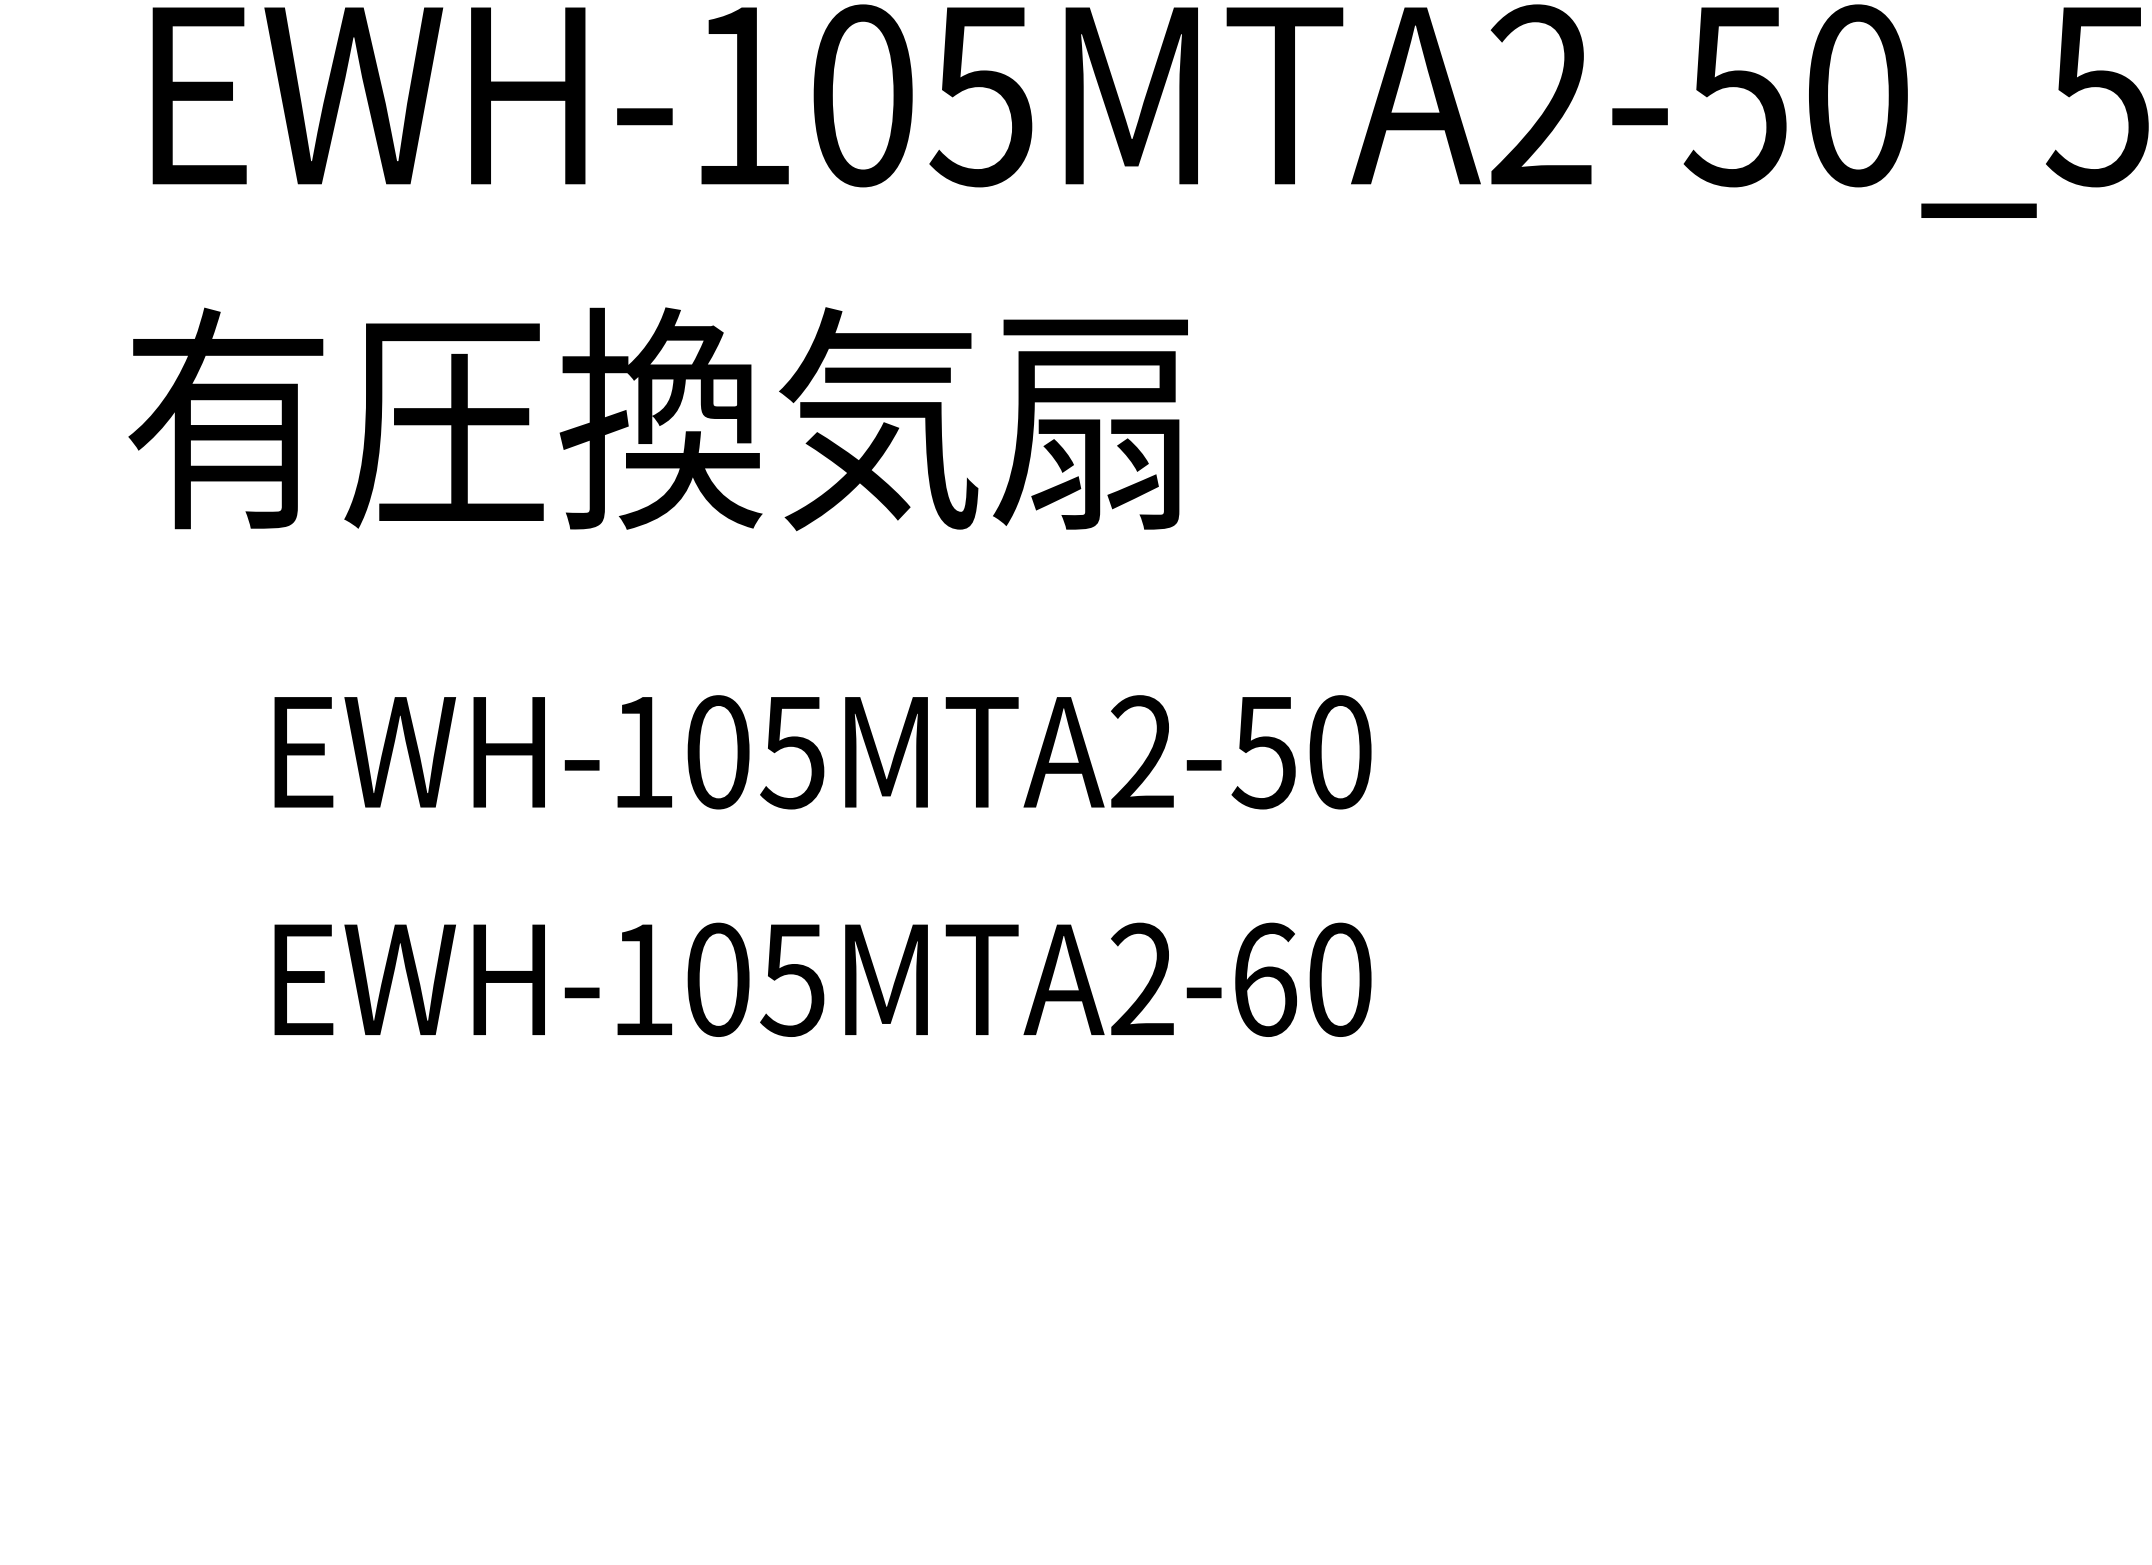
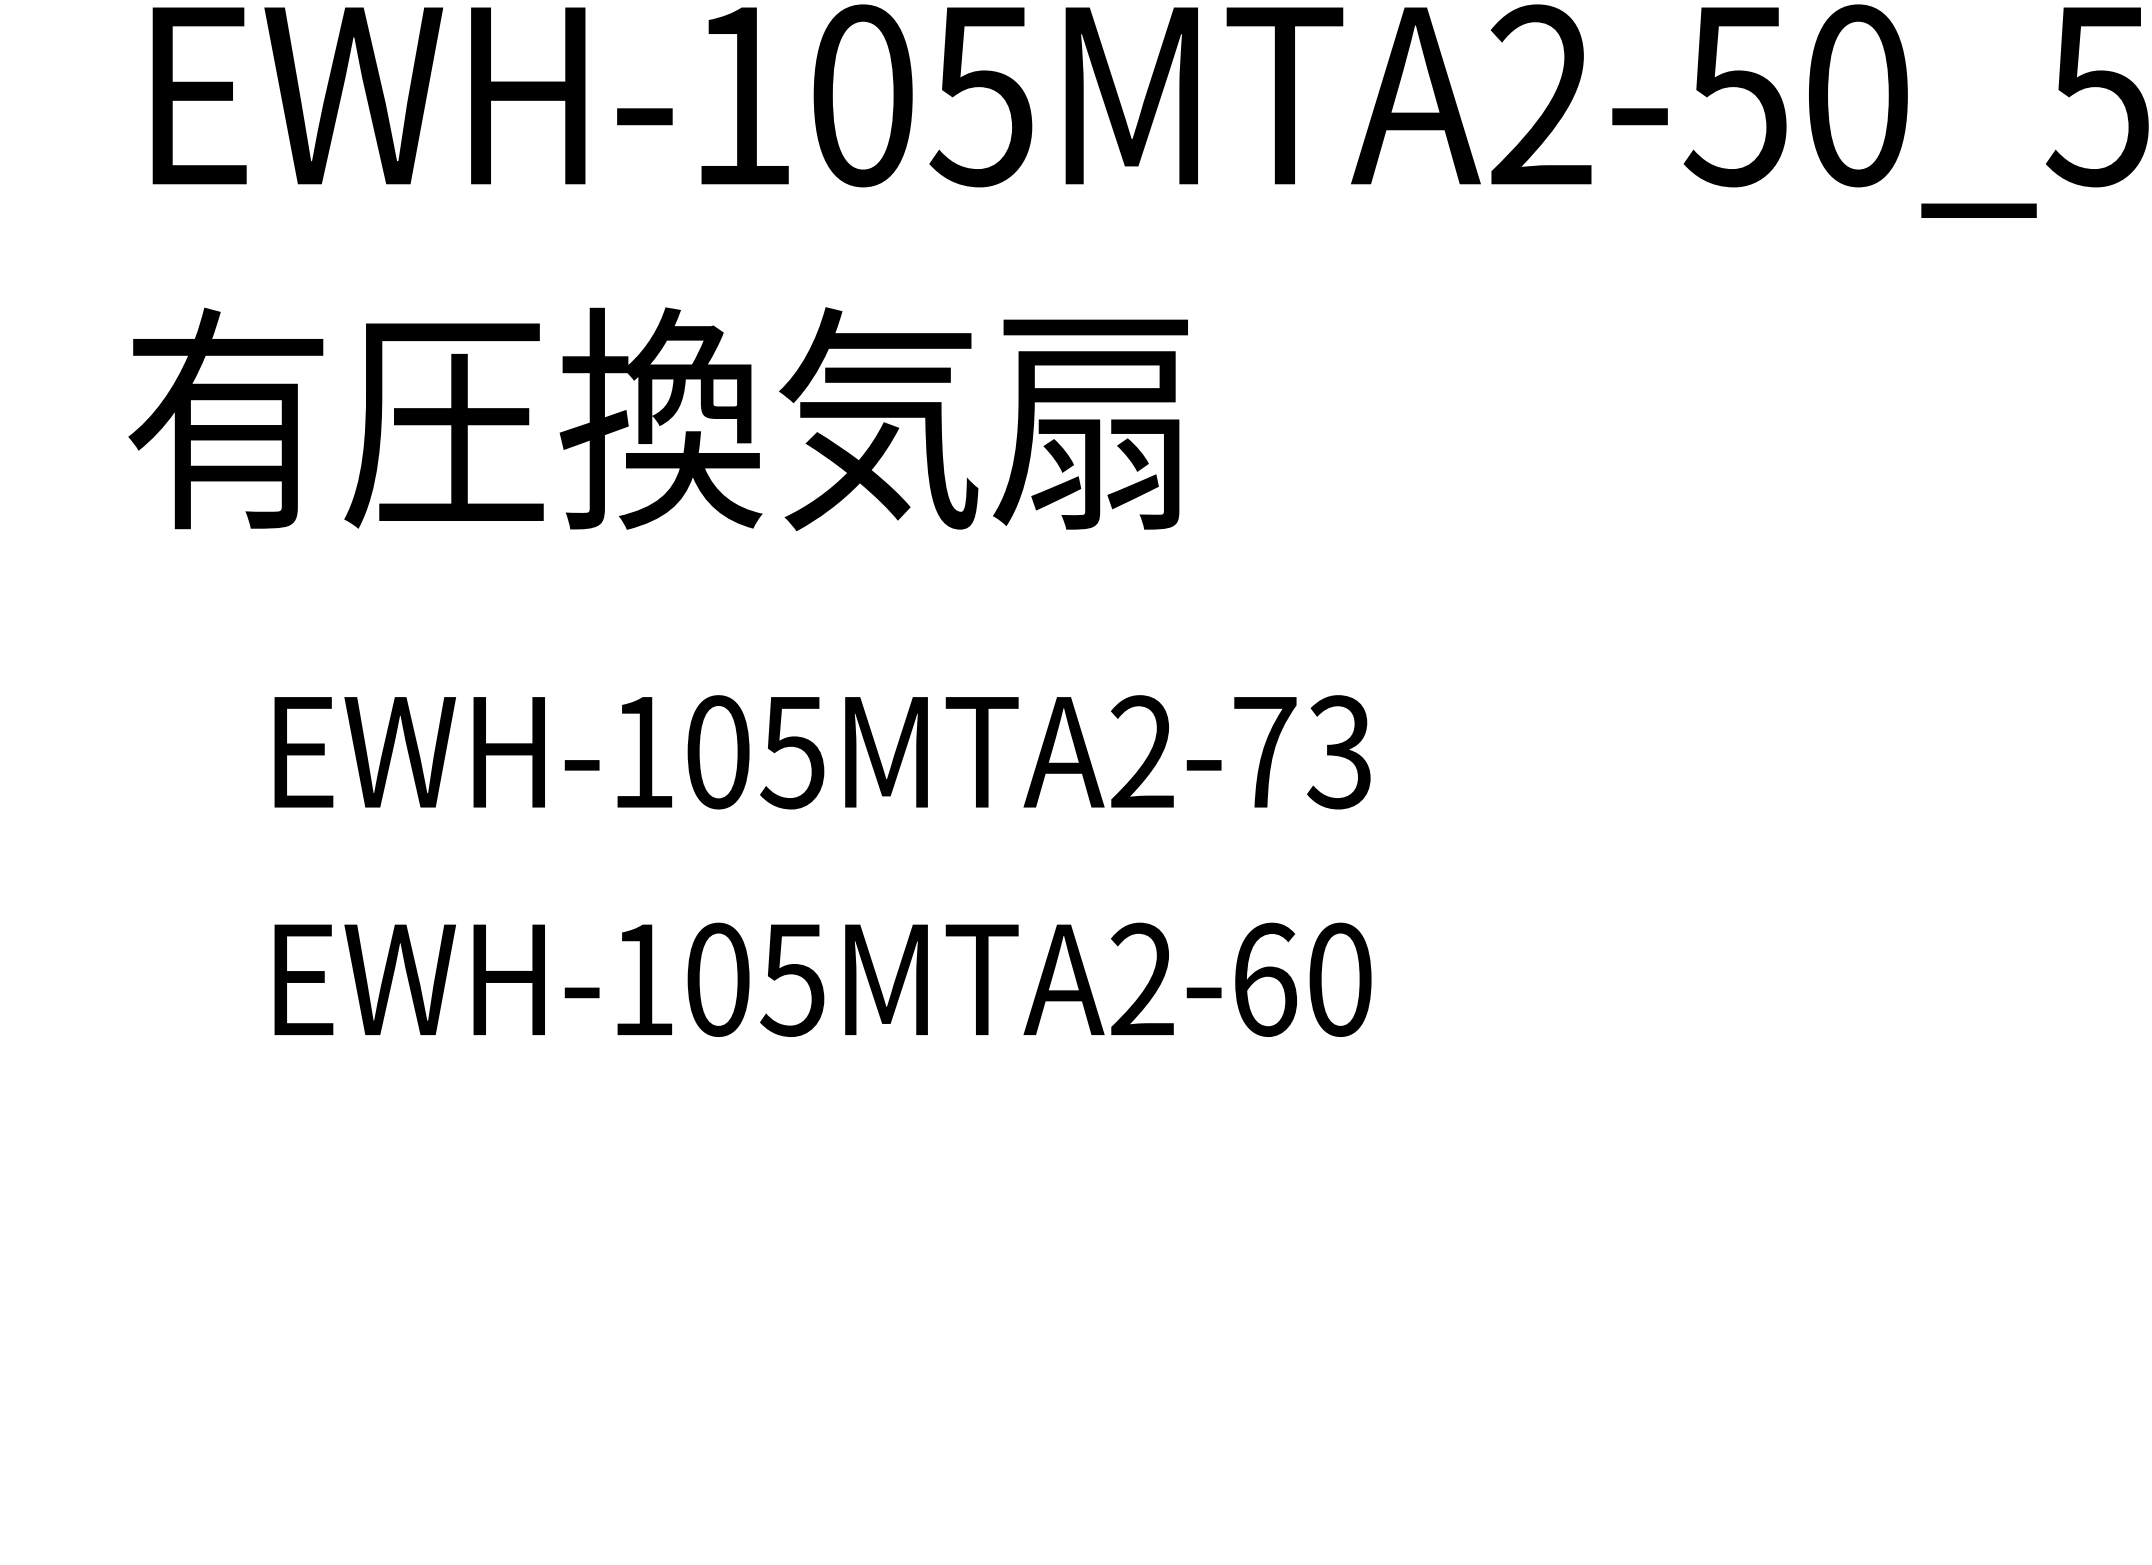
text at (1301, 752): EWH-105MTA2-50 -> EWH-105MTA2-73
